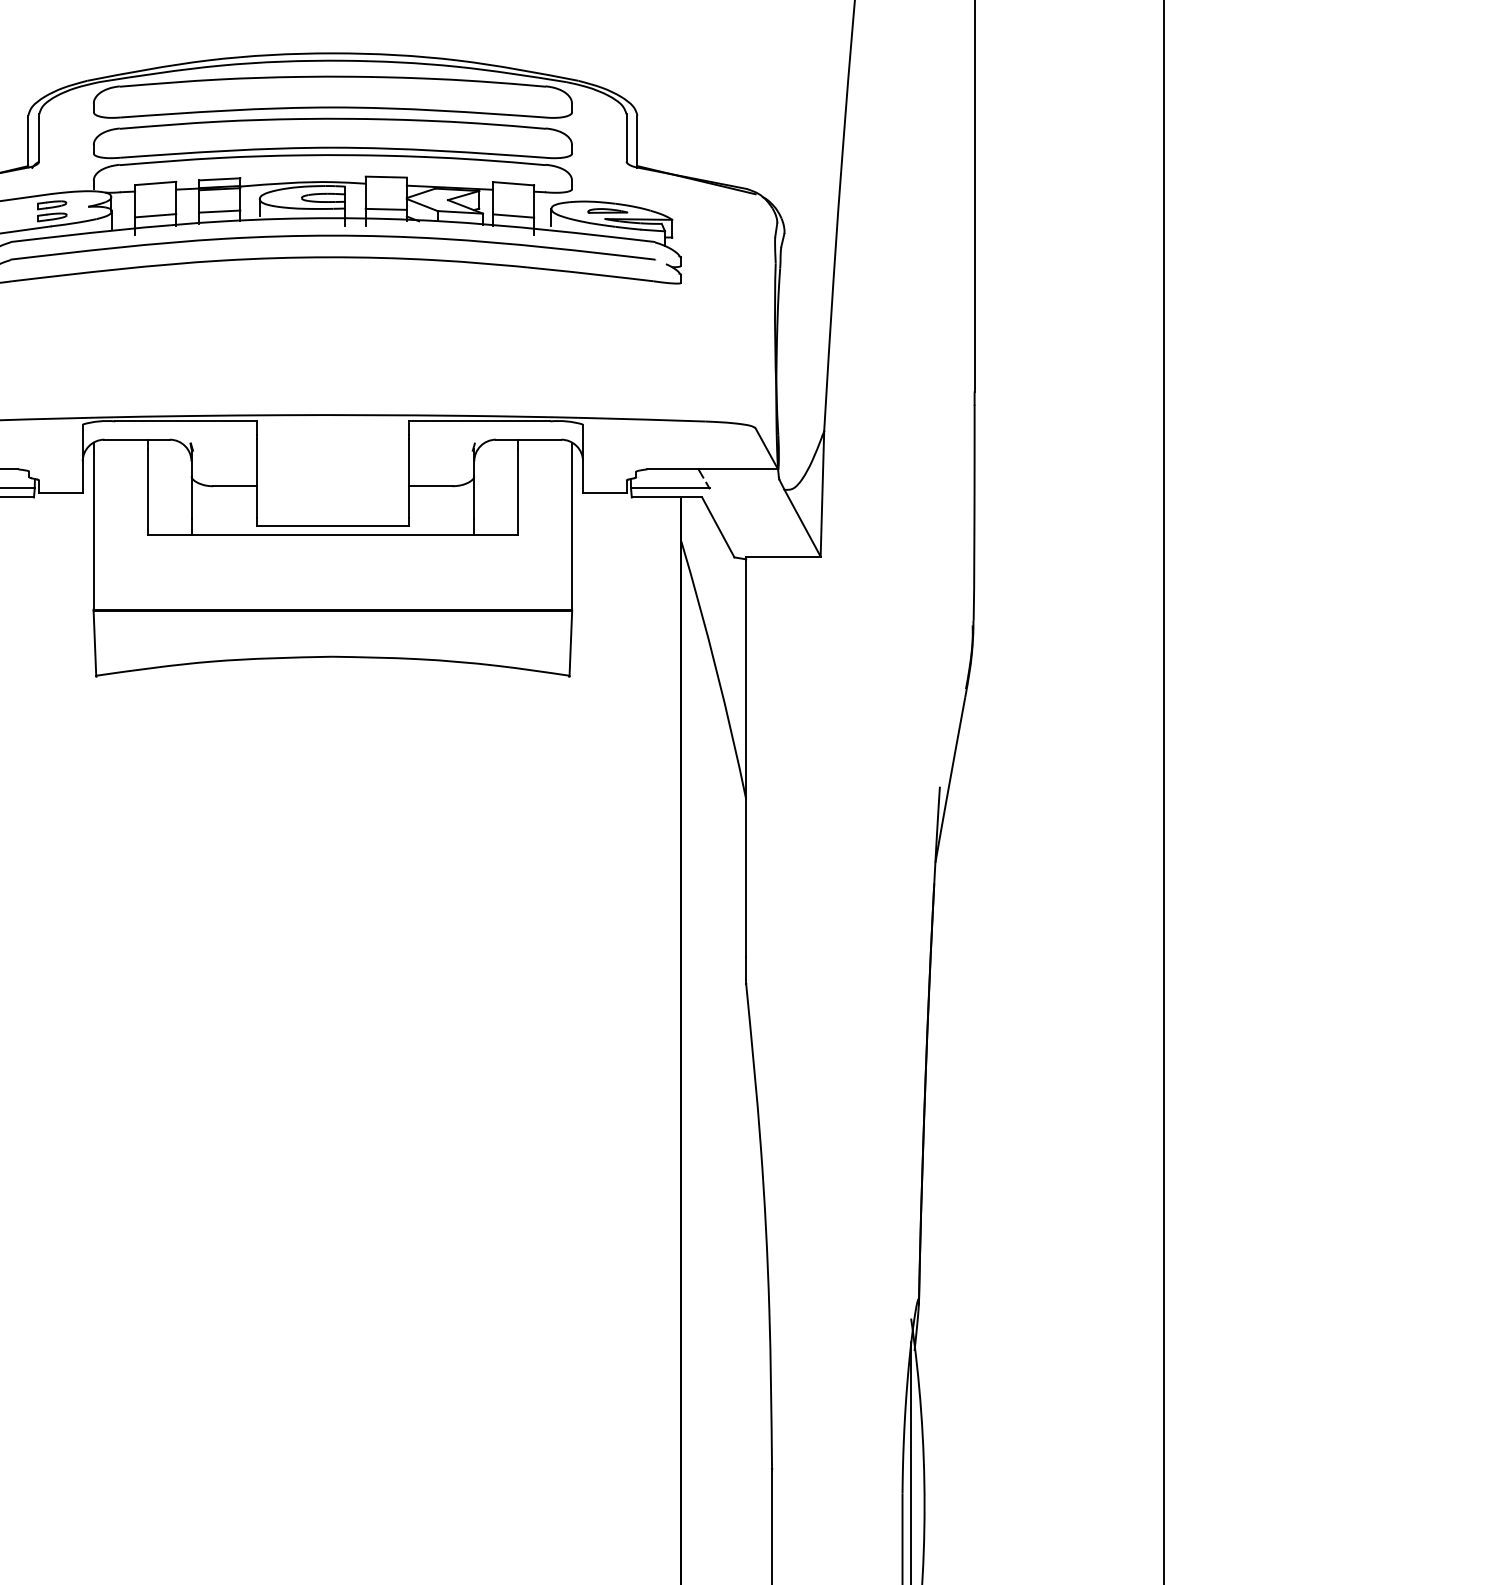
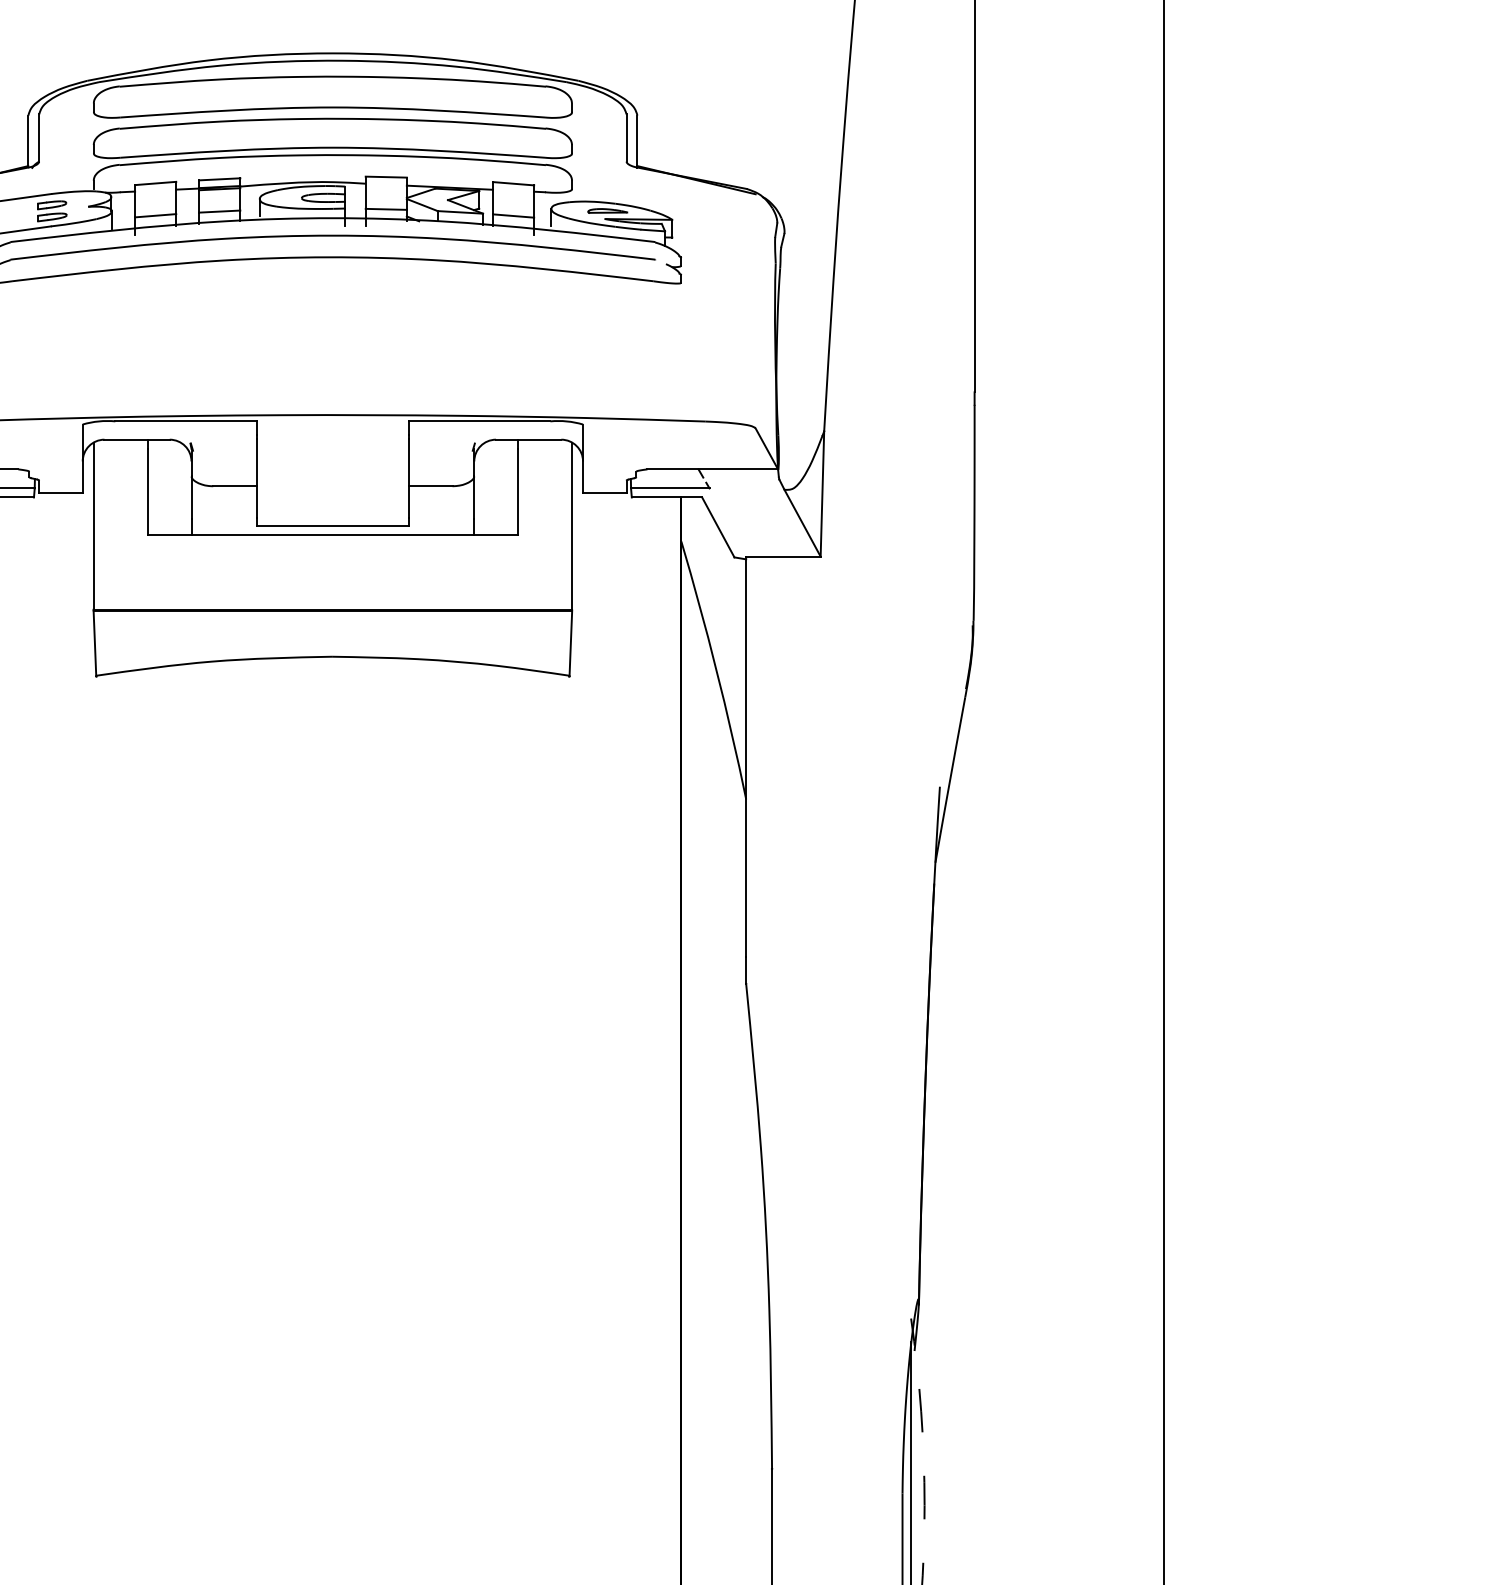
arc at (923, 1451): solid -> dashed
